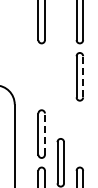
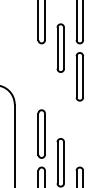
part at (60, 47): none -> present
line at (83, 76): dashed -> solid
line at (44, 134): dashed -> solid
